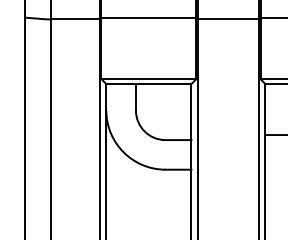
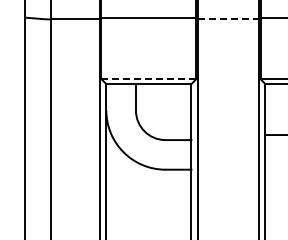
line at (228, 19): solid -> dashed
line at (149, 79): solid -> dashed
